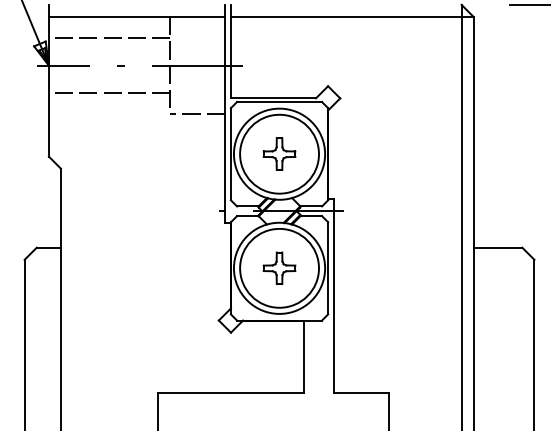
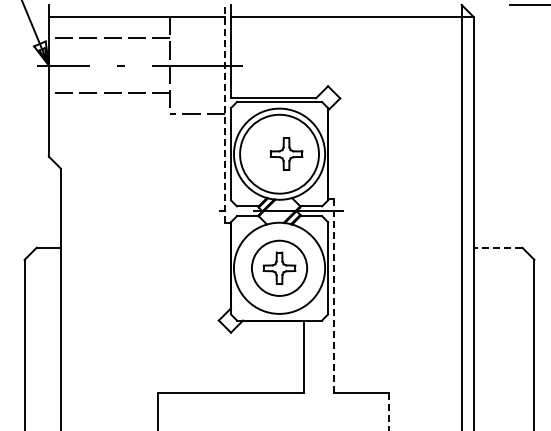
line at (224, 113): solid -> dashed
part at (279, 153) position: (279, 153) -> (286, 153)
line at (497, 247): solid -> dashed
circle at (279, 267) diameter: 79 px -> 55 px
line at (334, 296): solid -> dashed
line at (388, 412): solid -> dashed
